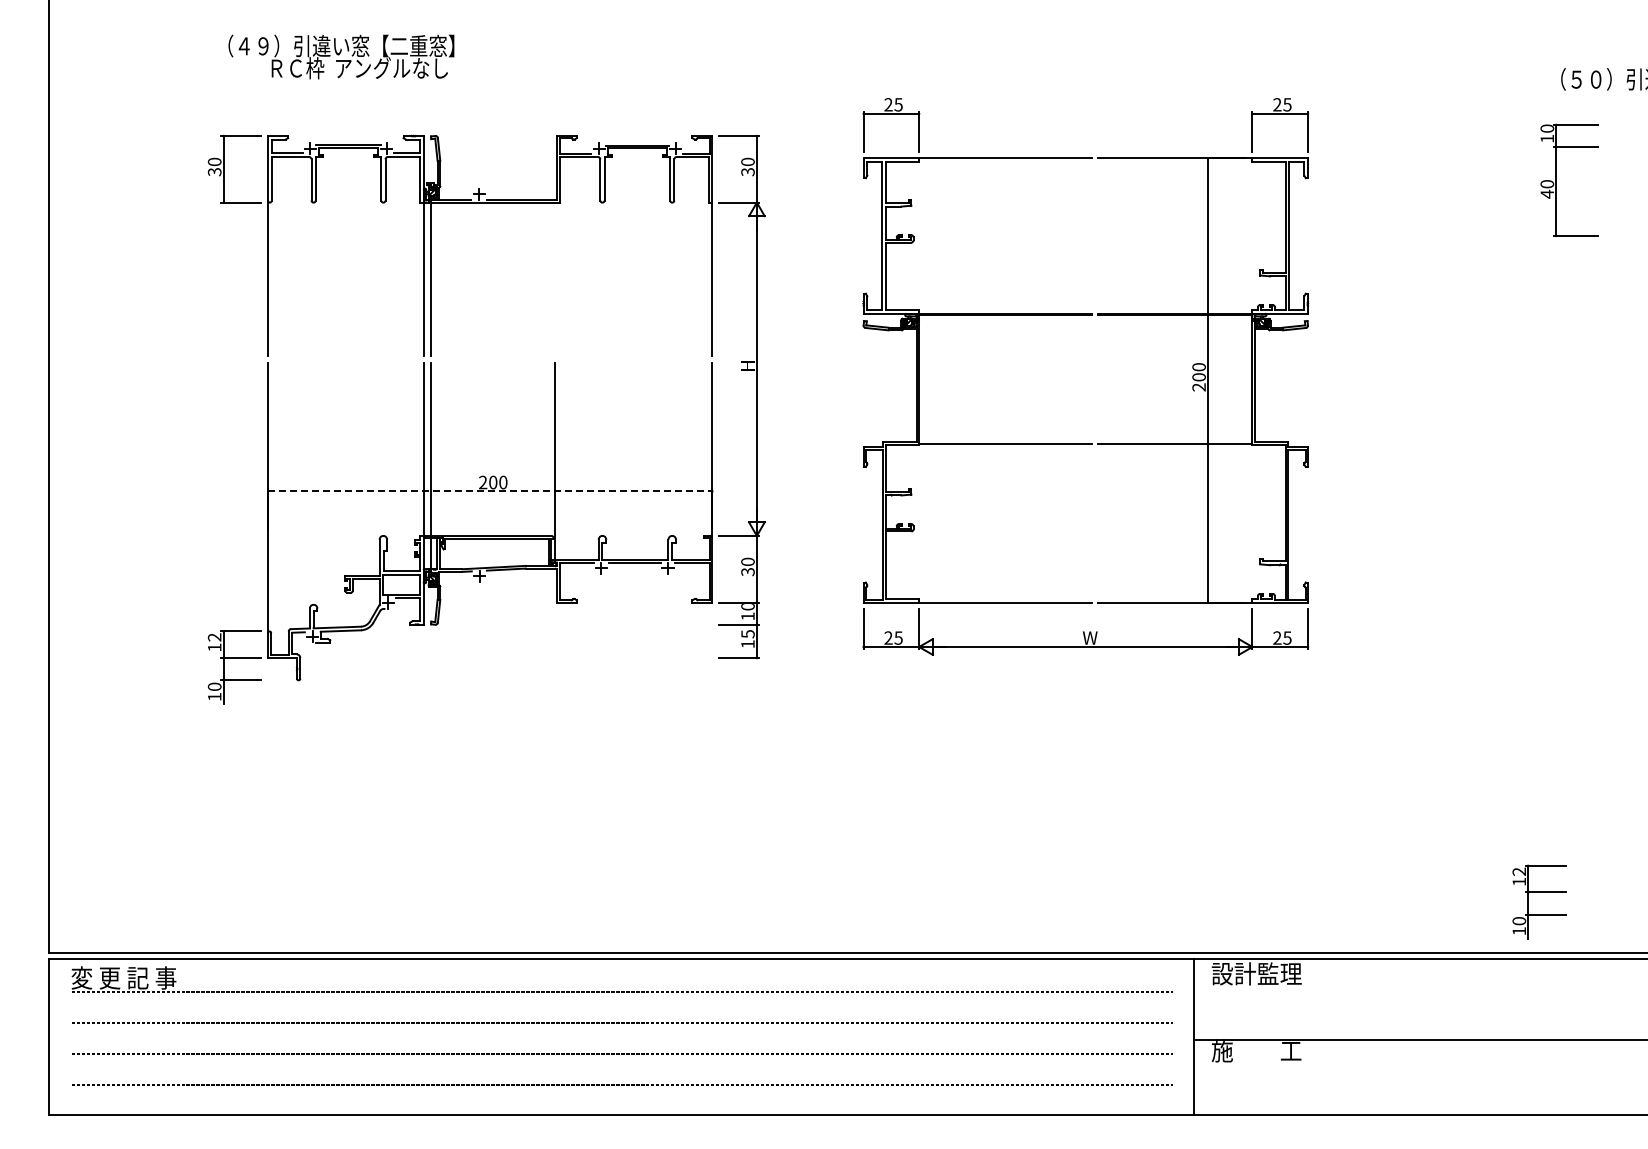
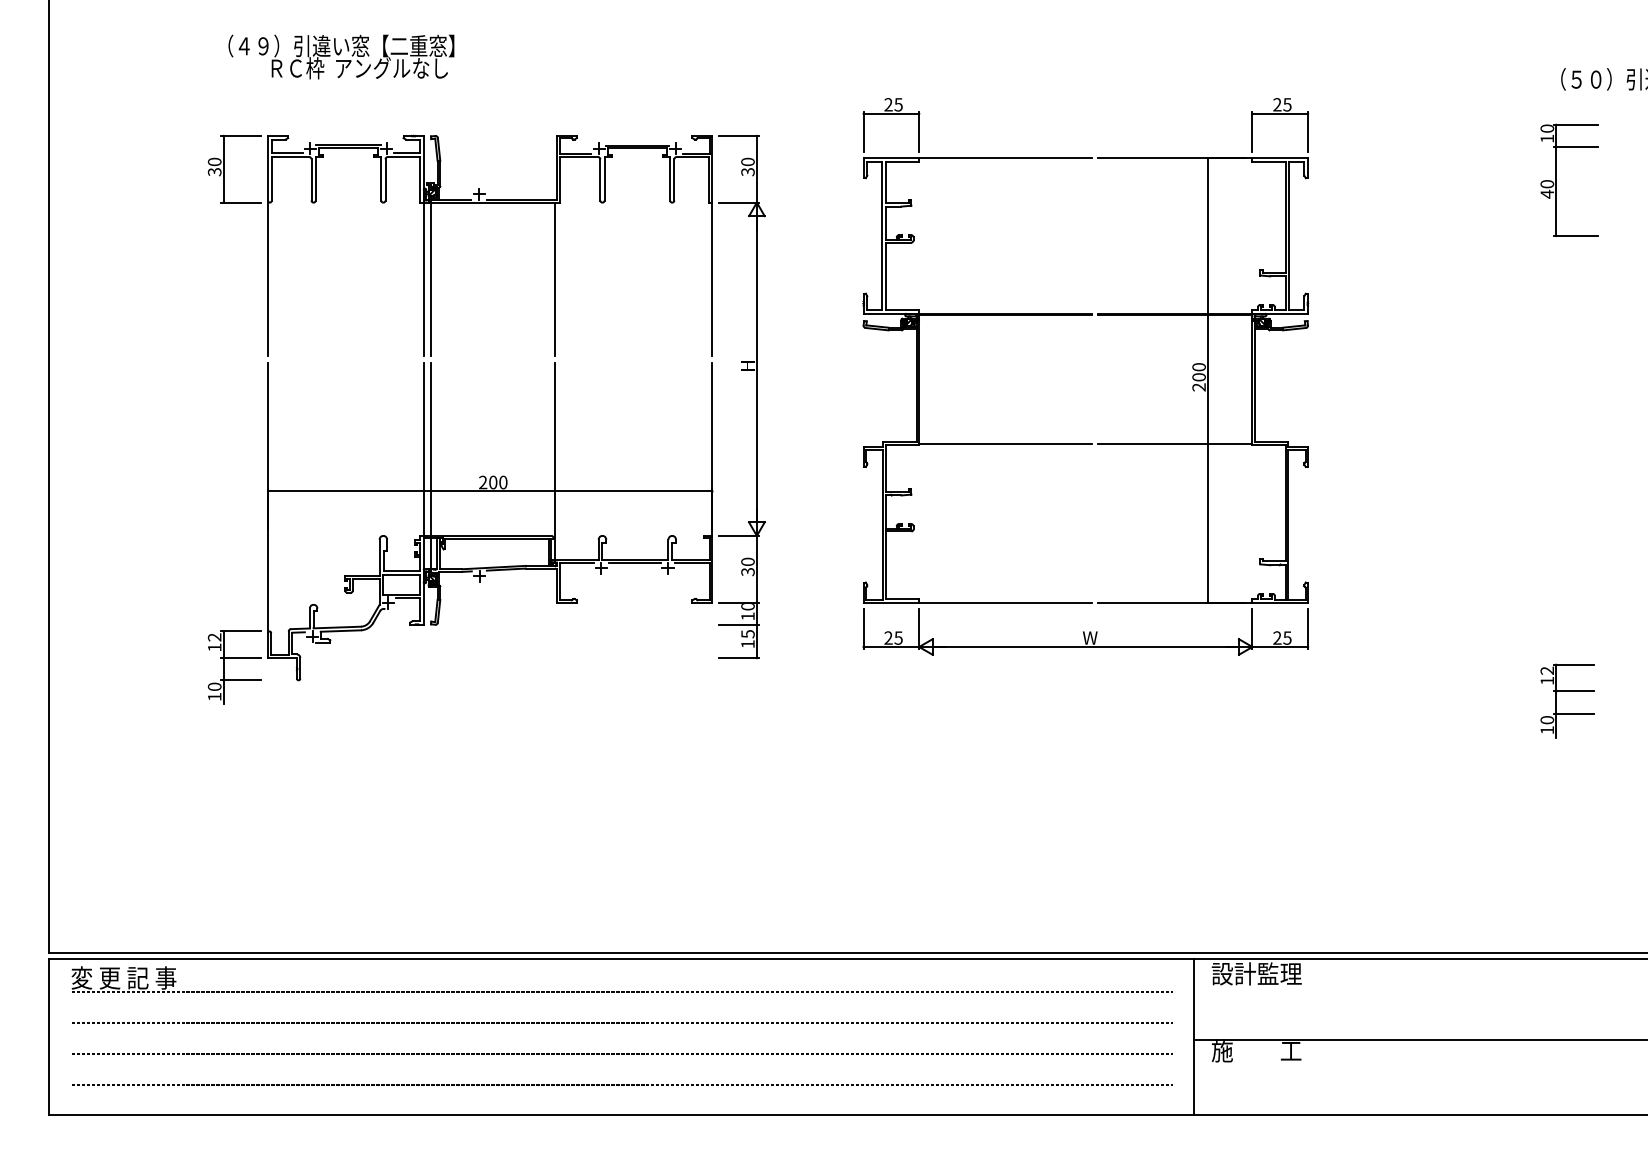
line at (554, 278): none -> present
line at (490, 491): dashed -> solid
part at (1539, 892) position: (1539, 892) -> (1567, 691)
